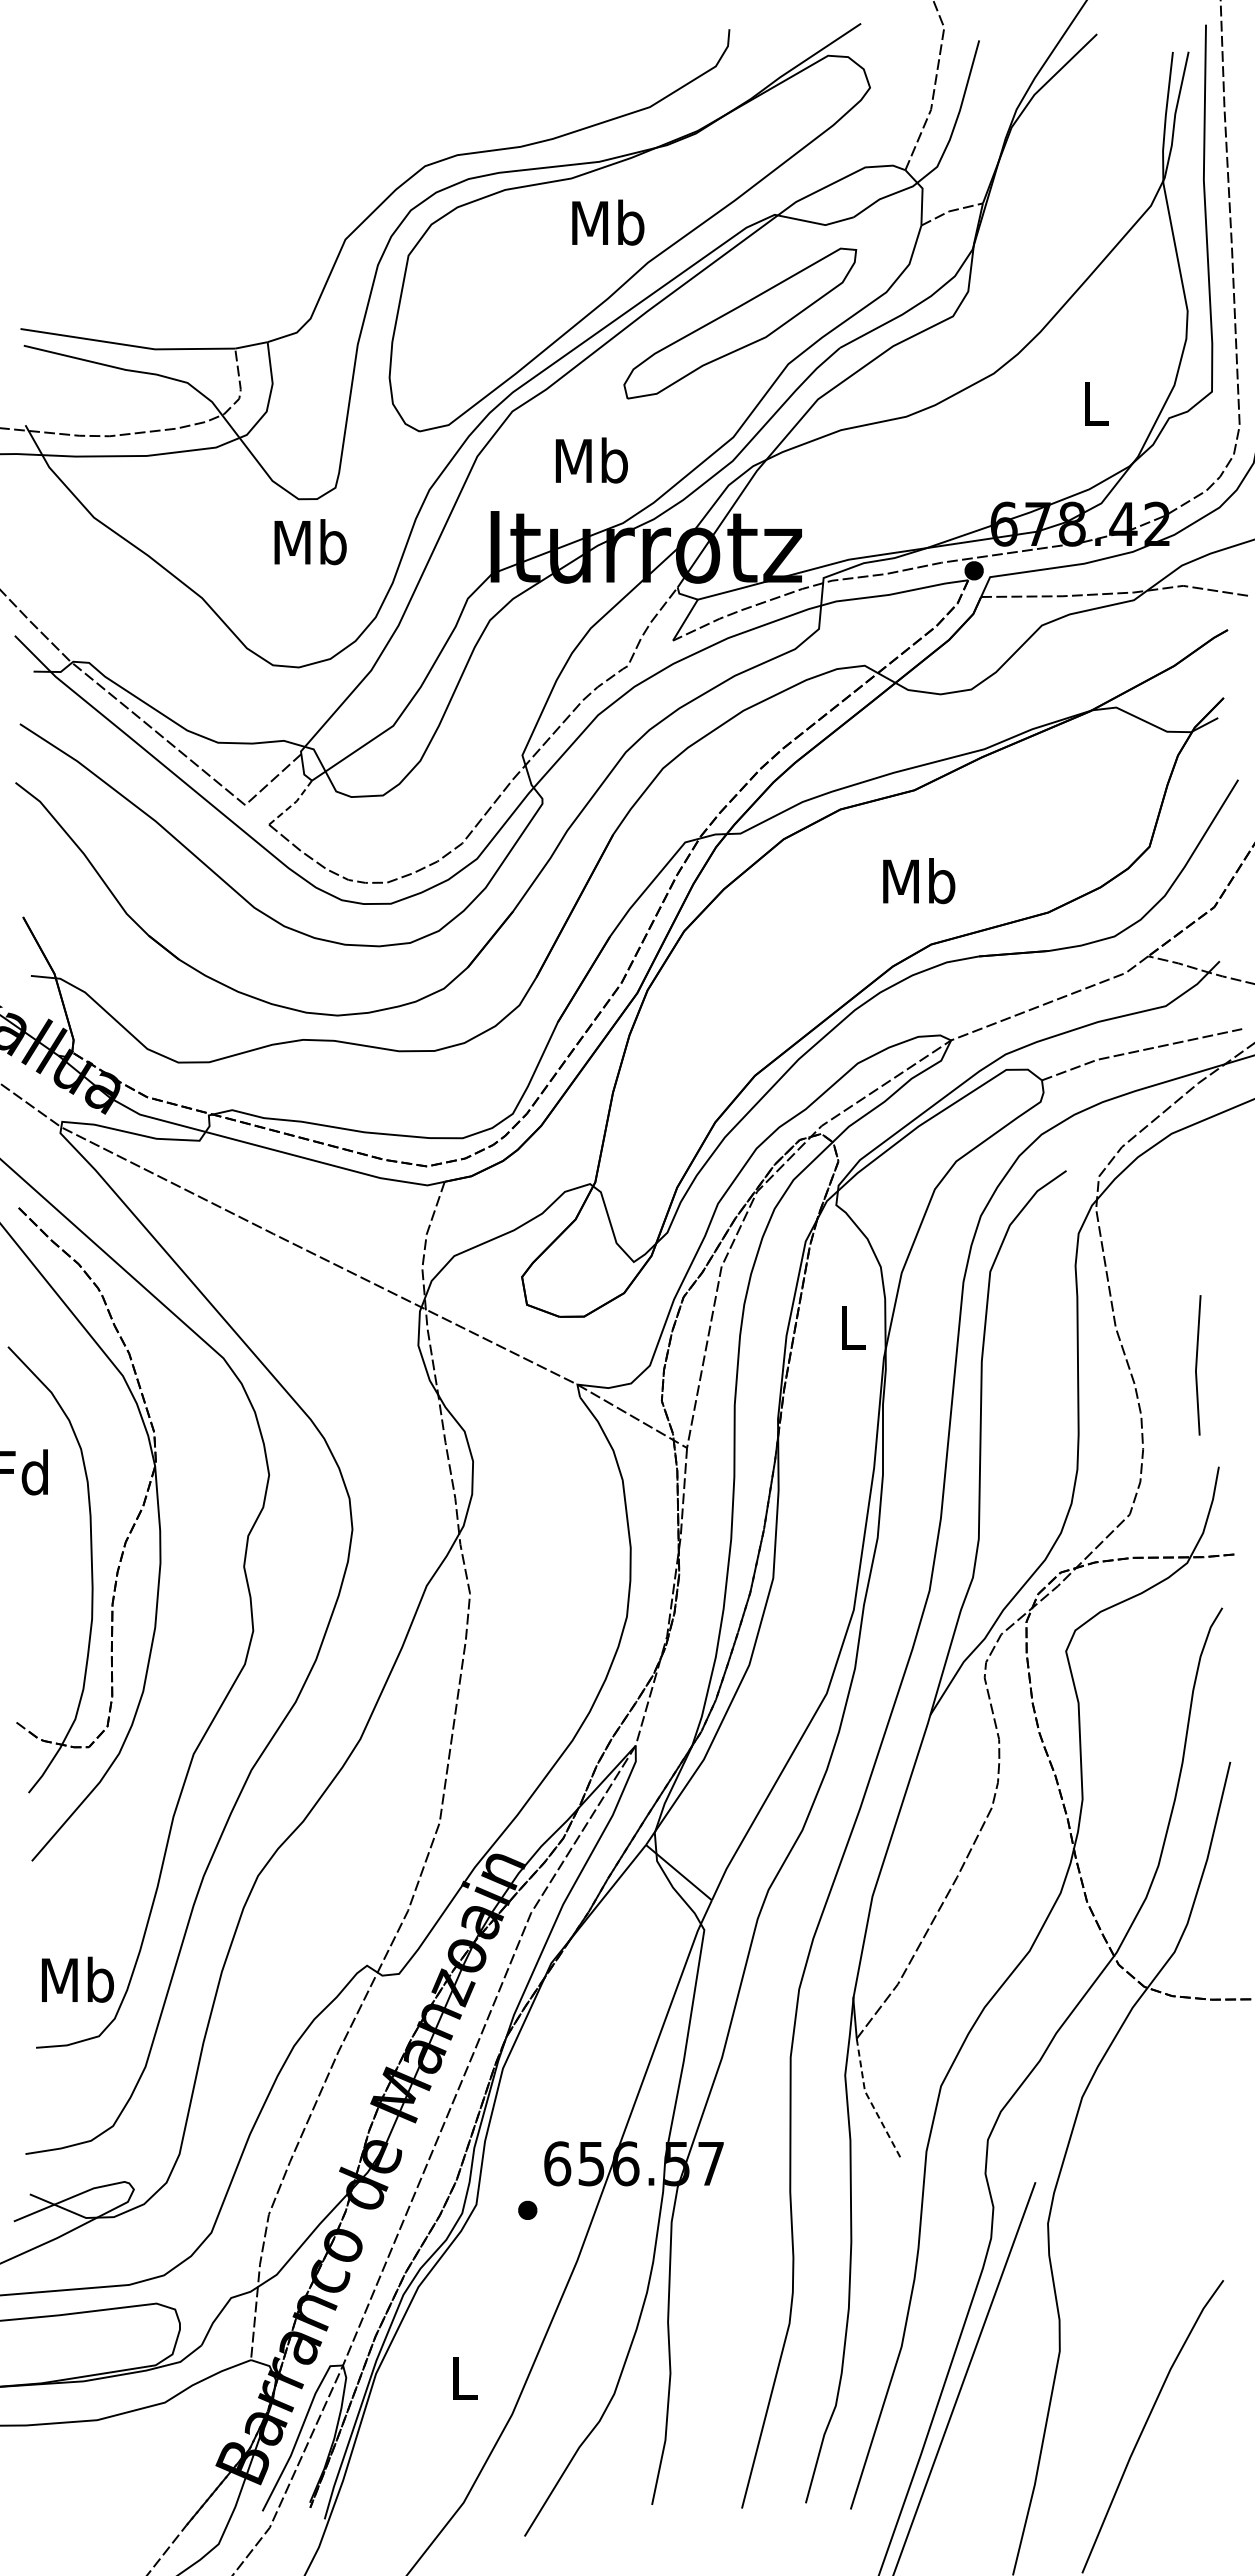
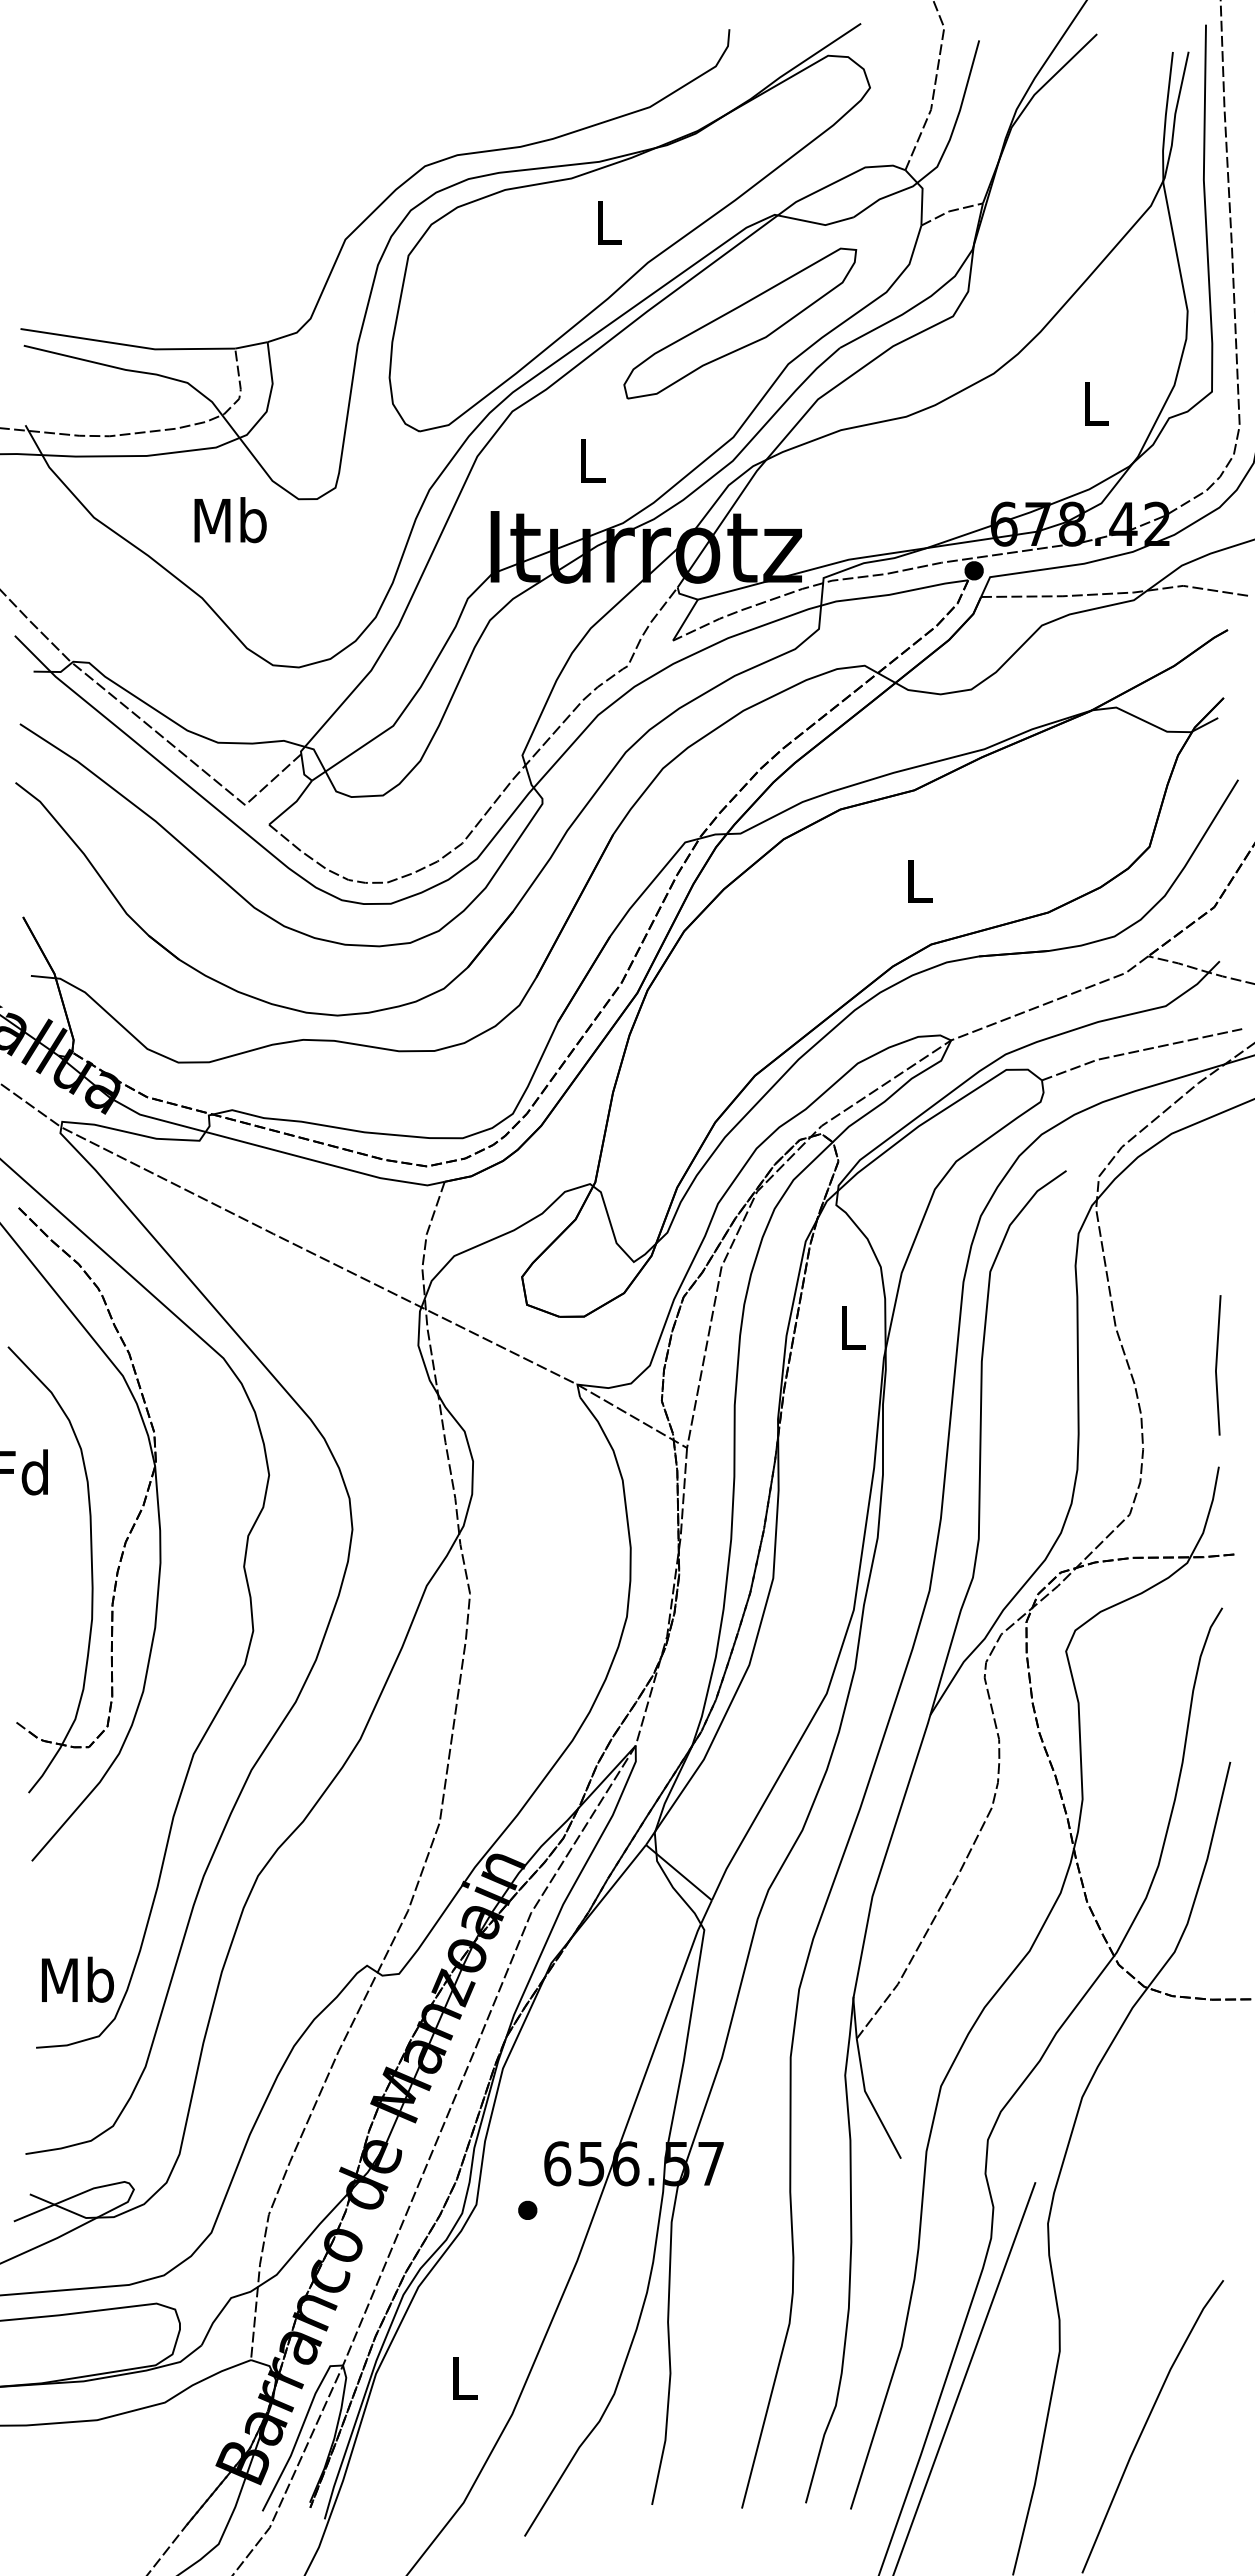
text at (608, 222): Mb -> L
text at (591, 460): Mb -> L
text at (310, 542) position: (310, 542) -> (230, 520)
line at (292, 804): dashed -> solid
text at (919, 881): Mb -> L
line at (1197, 1365) position: (1197, 1365) -> (1217, 1365)
line at (870, 2100): dashed -> solid
